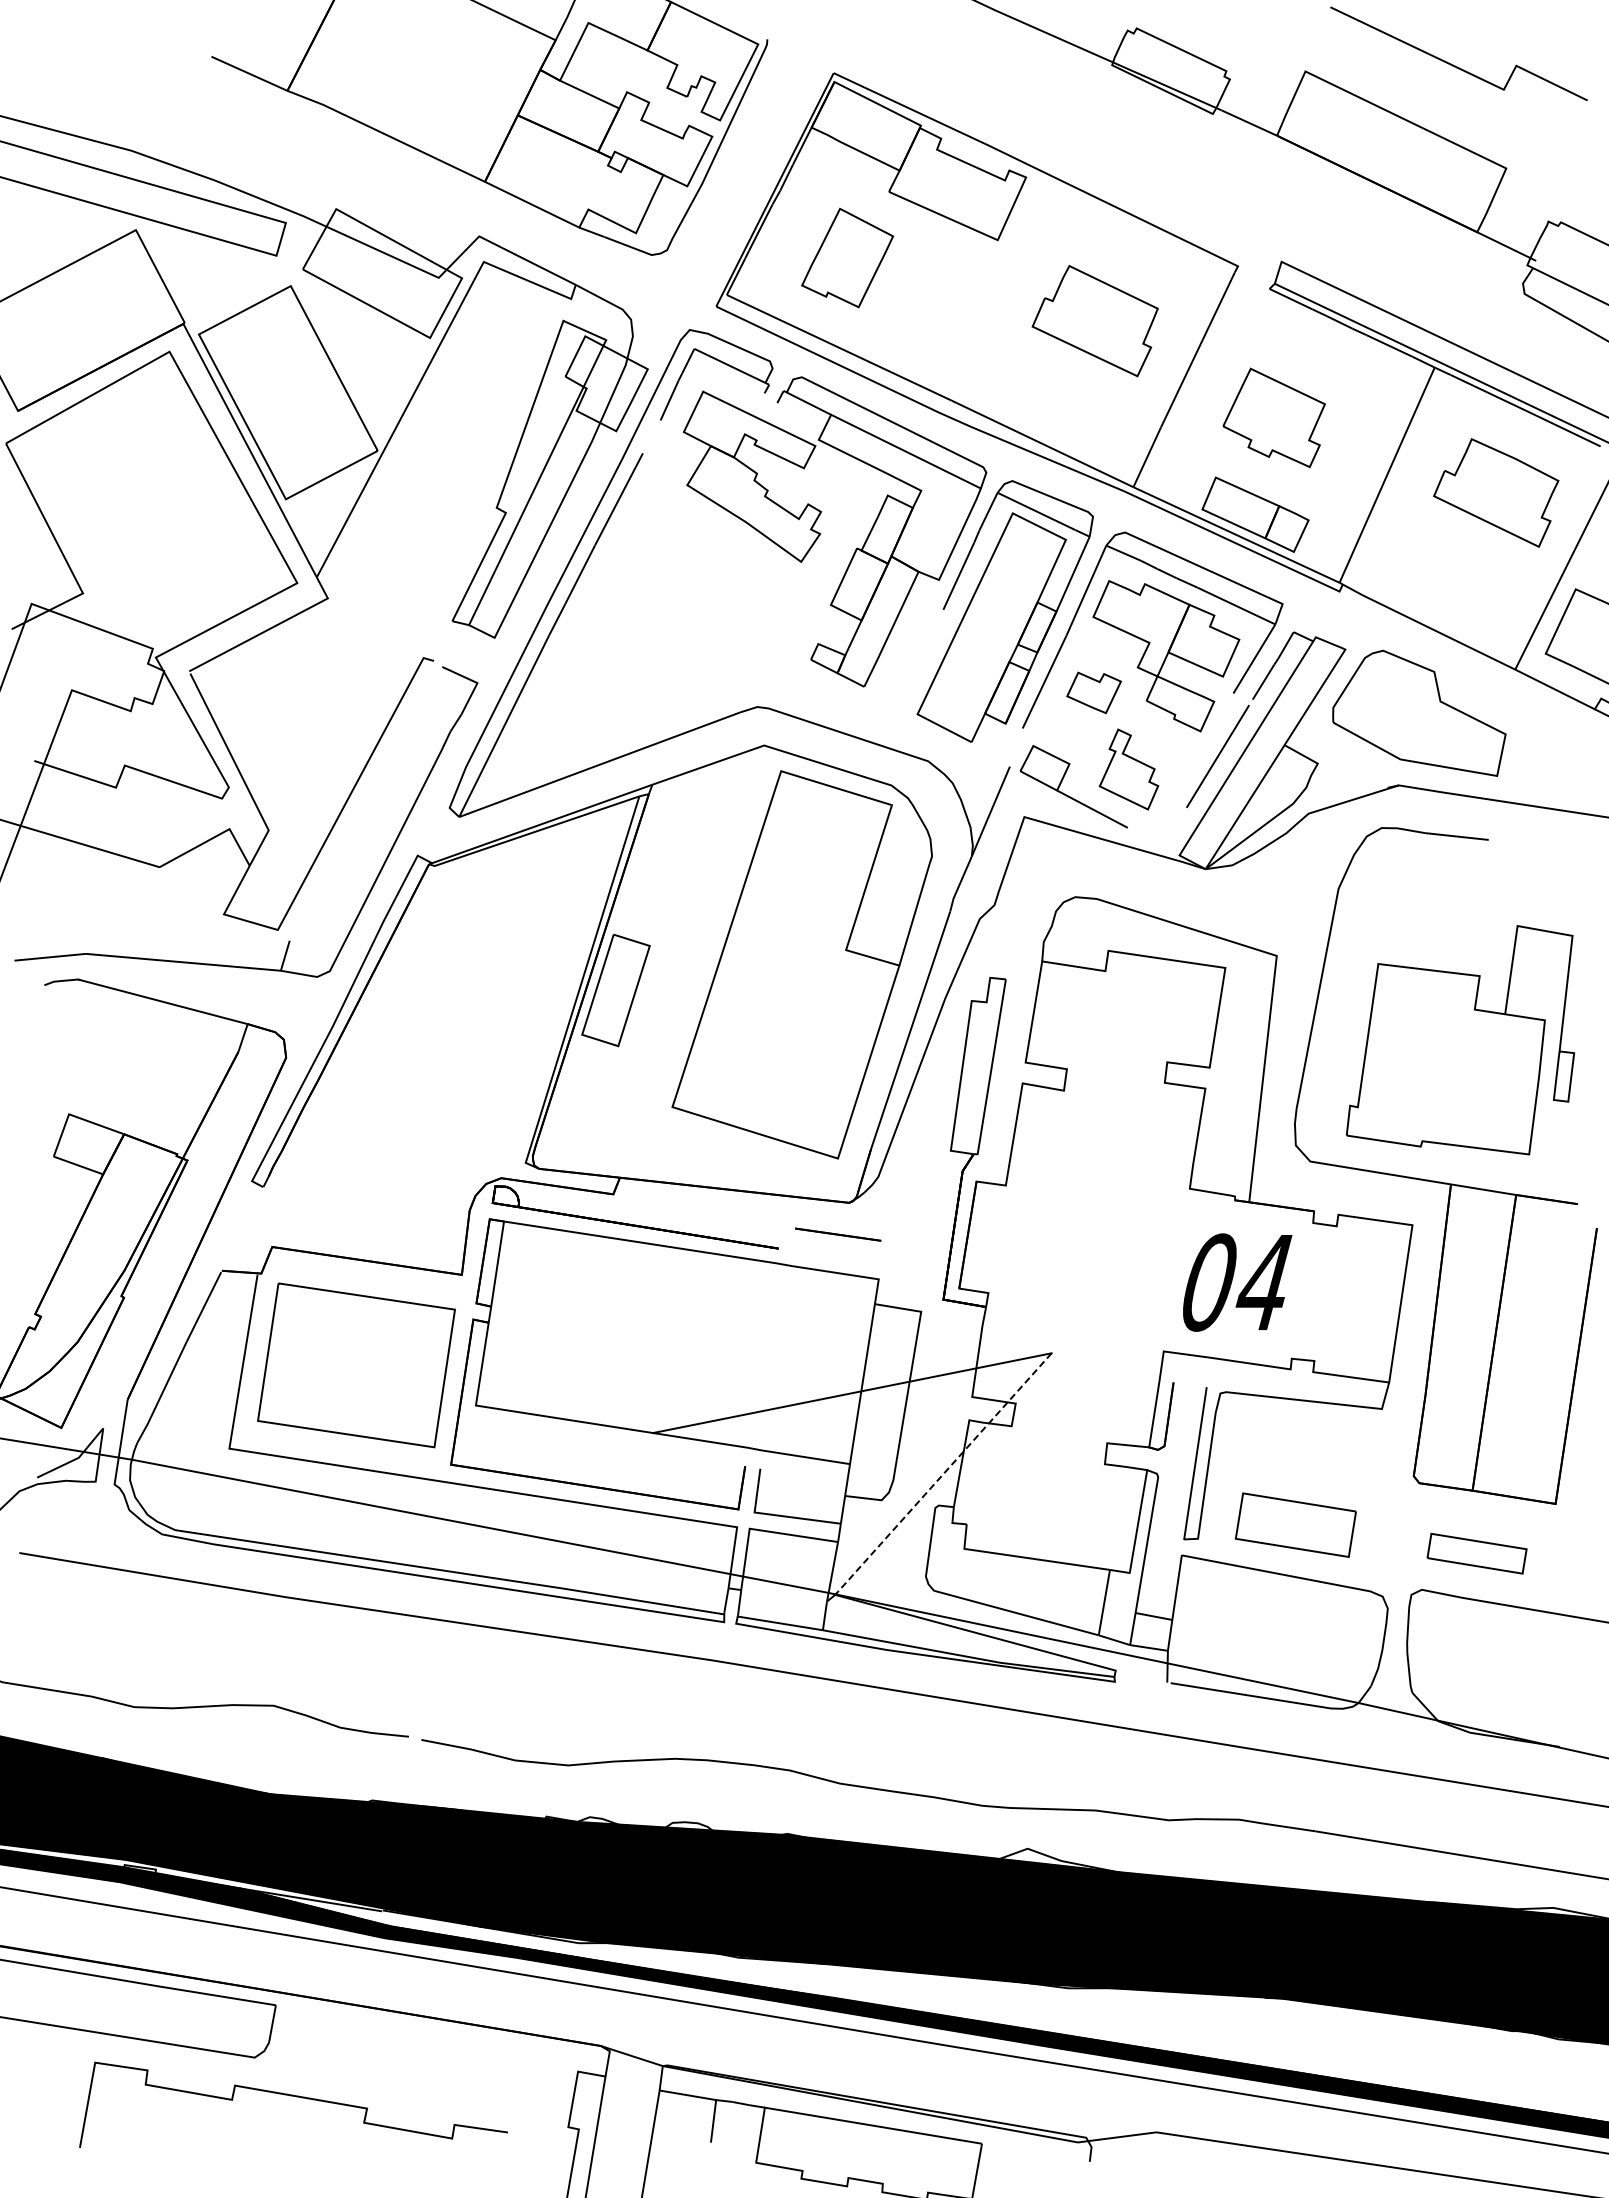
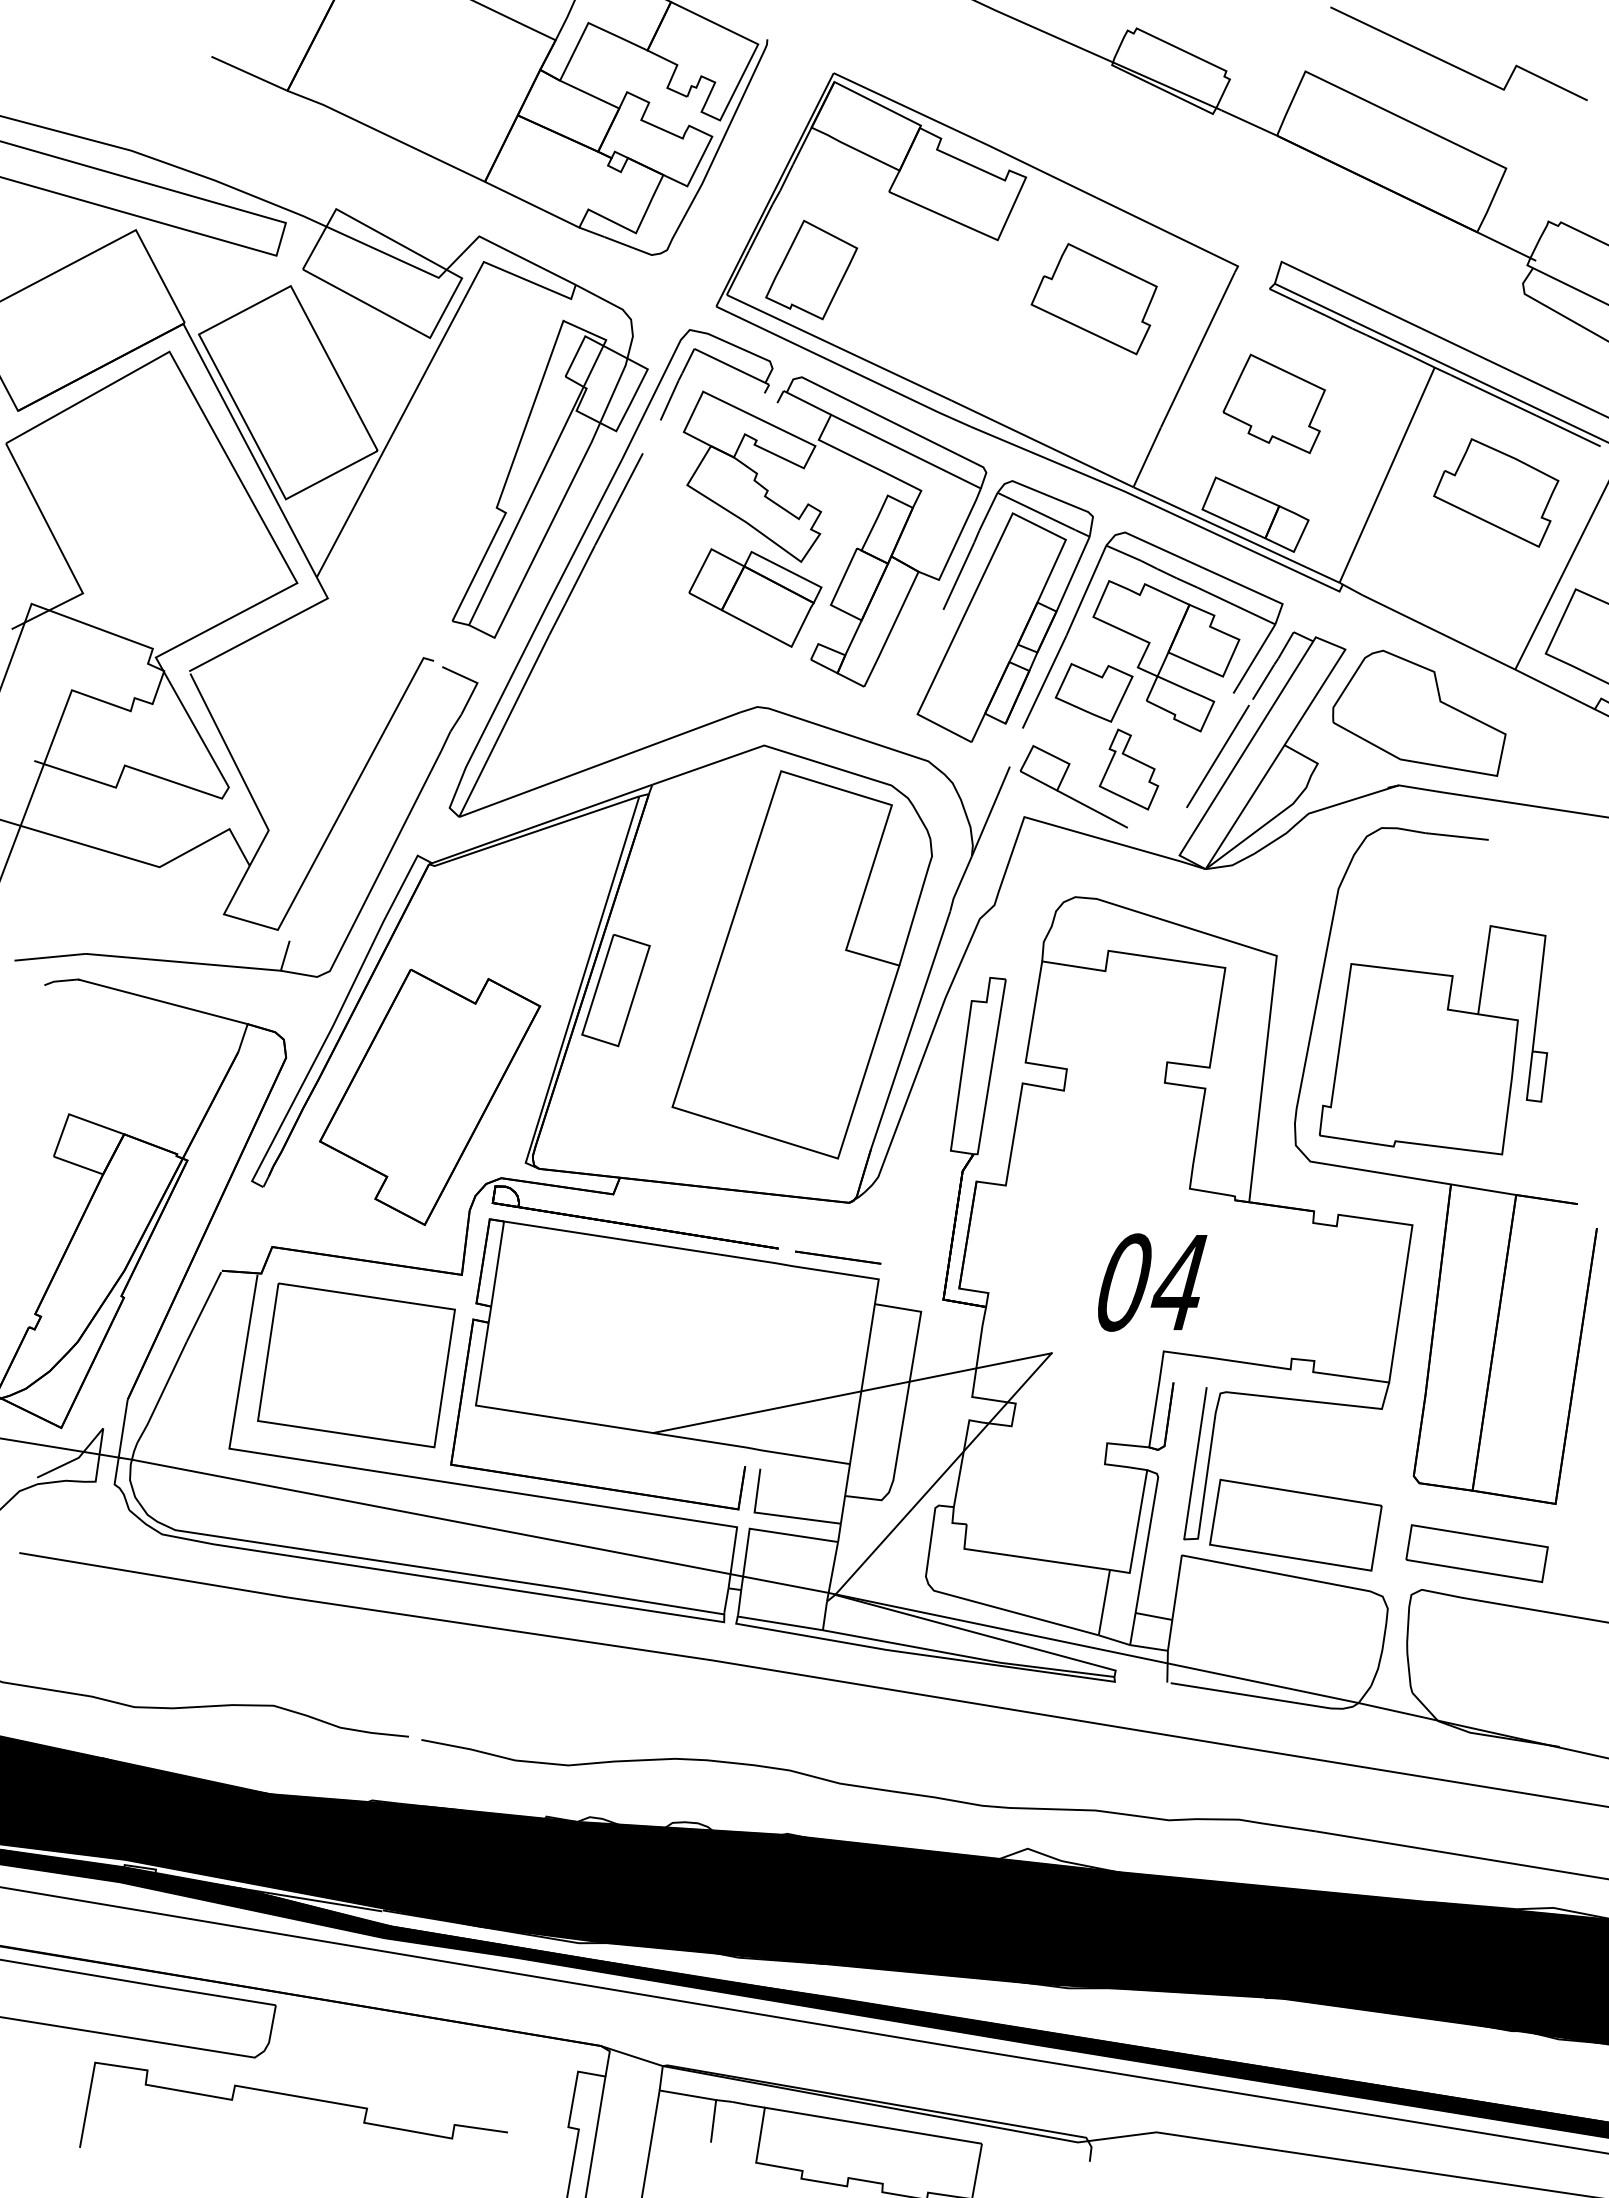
part at (847, 257) position: (847, 257) -> (811, 269)
part at (1094, 321) position: (1094, 321) -> (1093, 299)
part at (1273, 417) position: (1273, 417) -> (1273, 403)
part at (755, 597): none -> present
part at (1093, 692) size: 56x44 px -> 80x60 px
part at (1460, 1040) position: (1460, 1040) -> (1433, 1040)
part at (430, 1096): none -> present
line at (838, 1234) position: (838, 1234) -> (838, 1257)
text at (1237, 1282) position: (1237, 1282) -> (1152, 1282)
line at (943, 1474): dashed -> solid
part at (1295, 1524) size: 123x66 px -> 174x94 px
part at (1476, 1553) size: 102x43 px -> 144x60 px
